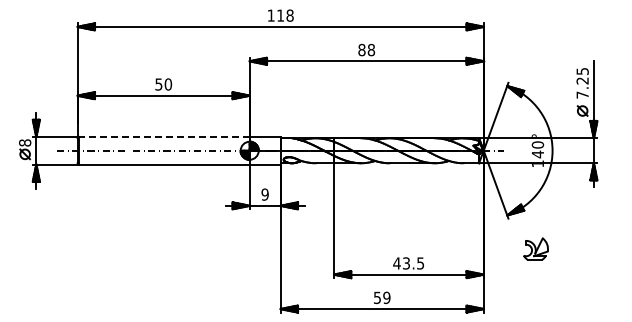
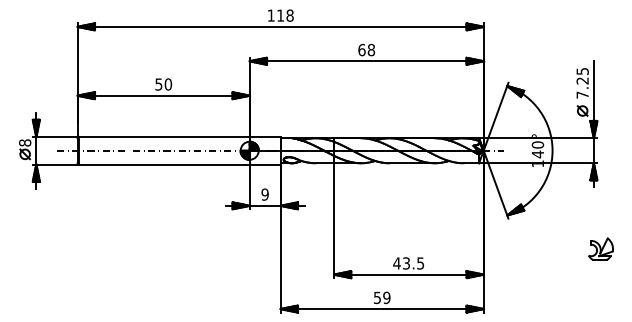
text at (361, 49): 88 -> 68
line at (163, 137): dashed -> solid
part at (535, 248) position: (535, 248) -> (600, 248)
